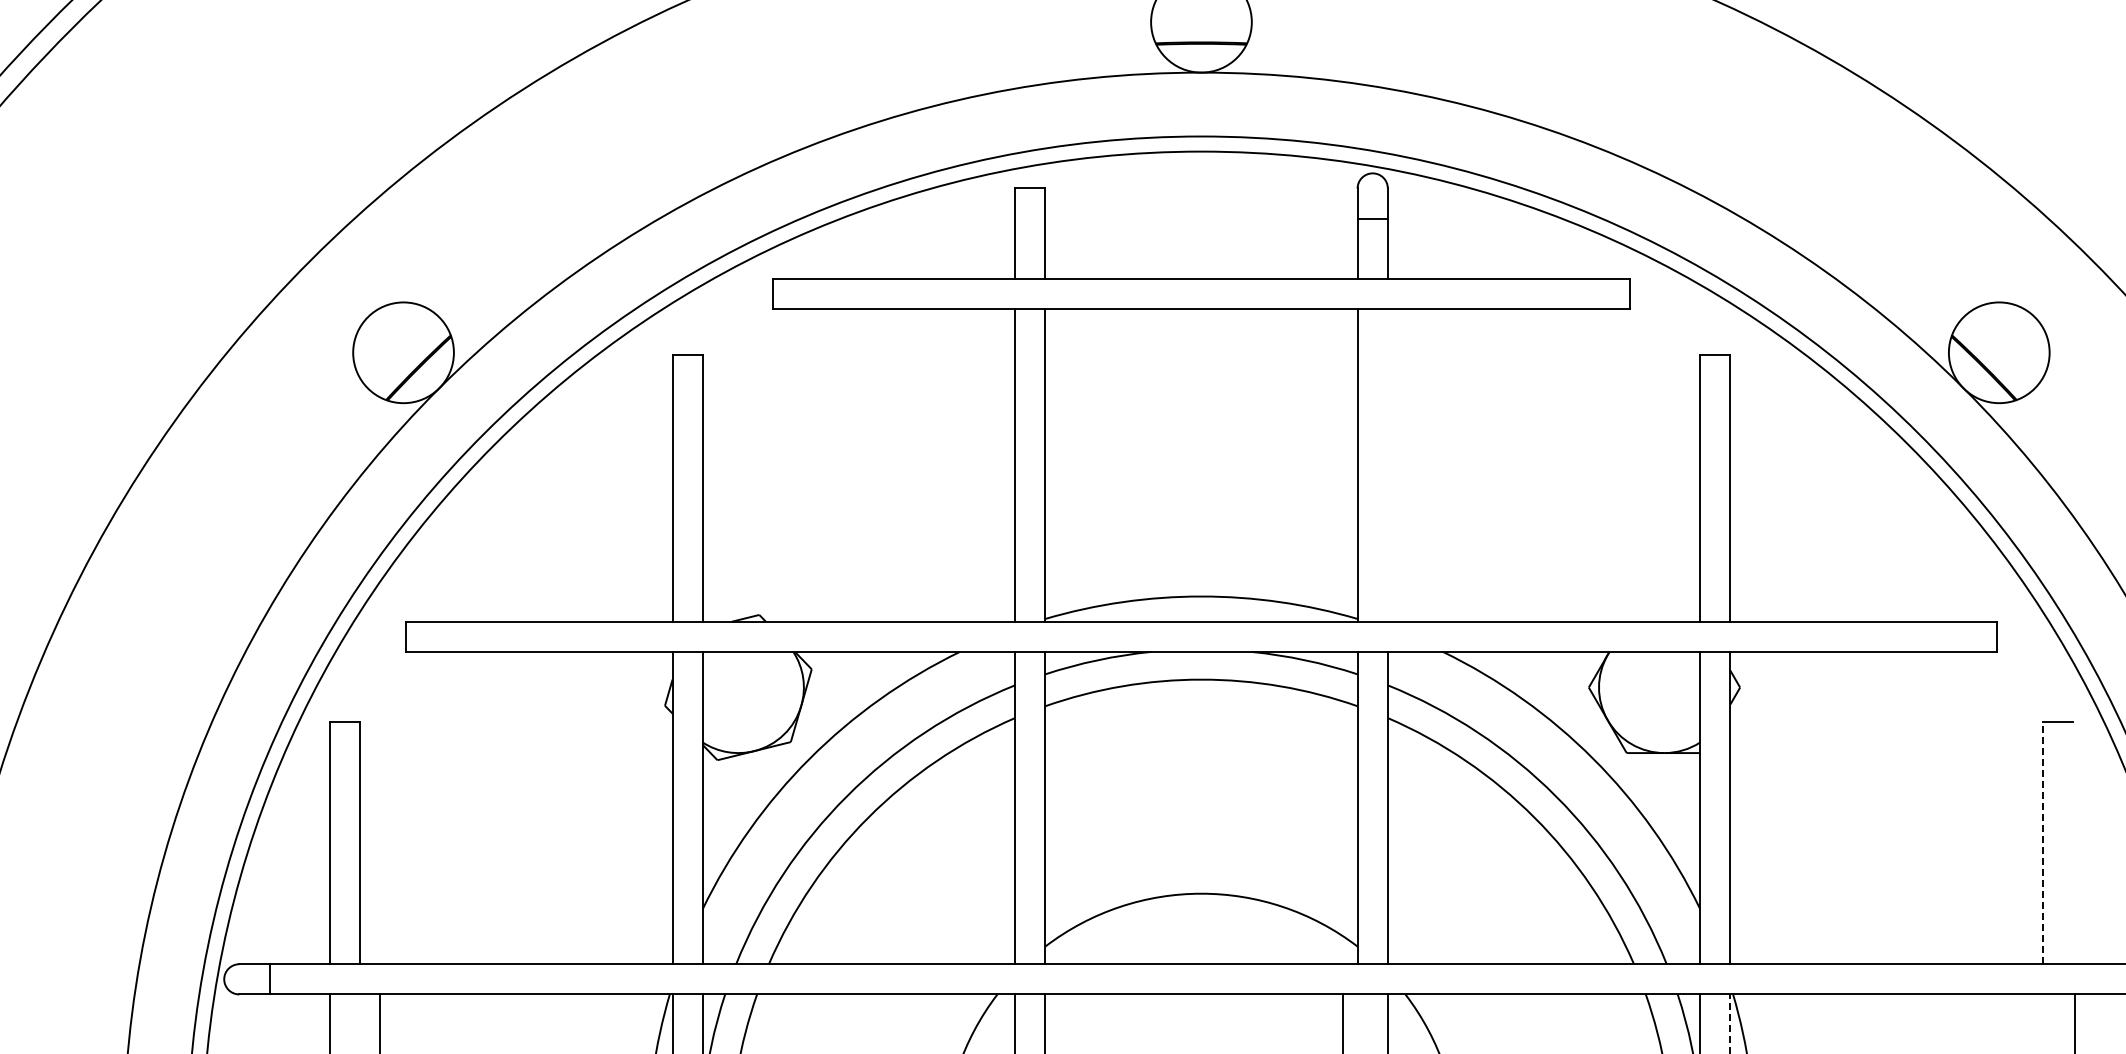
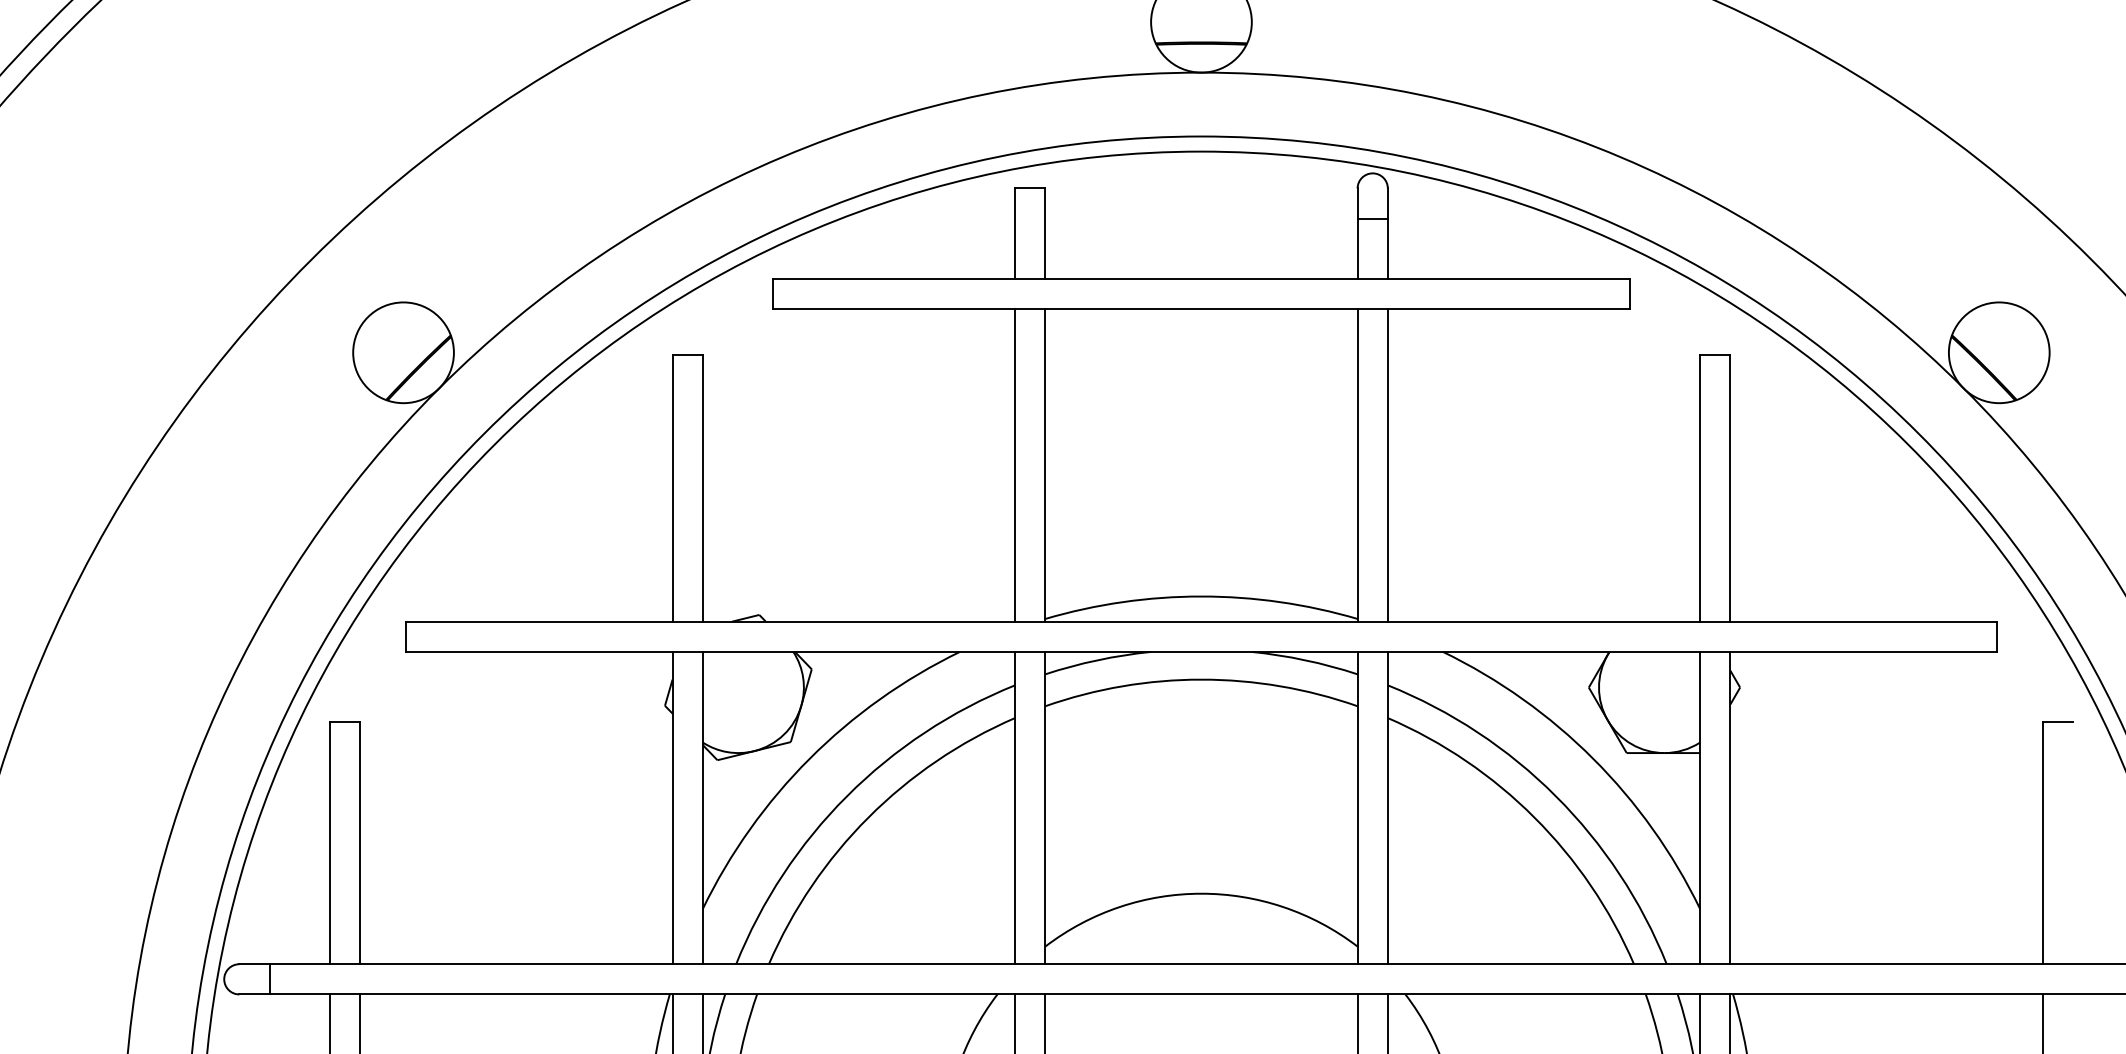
line at (1387, 465): none -> present
line at (2042, 843): dashed -> solid
line at (380, 1022) position: (380, 1022) -> (360, 1022)
line at (1342, 1022) position: (1342, 1022) -> (1357, 1022)
line at (2074, 1022) position: (2074, 1022) -> (2042, 1022)
line at (1730, 1023): dashed -> solid
